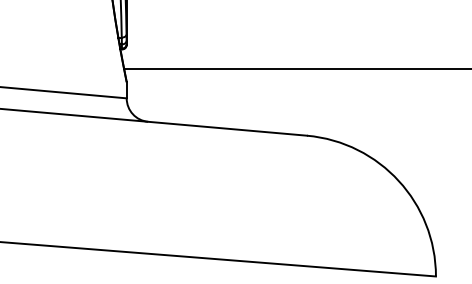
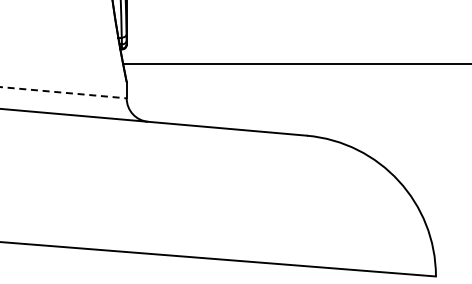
line at (296, 69) position: (296, 69) -> (296, 64)
line at (64, 92): solid -> dashed
